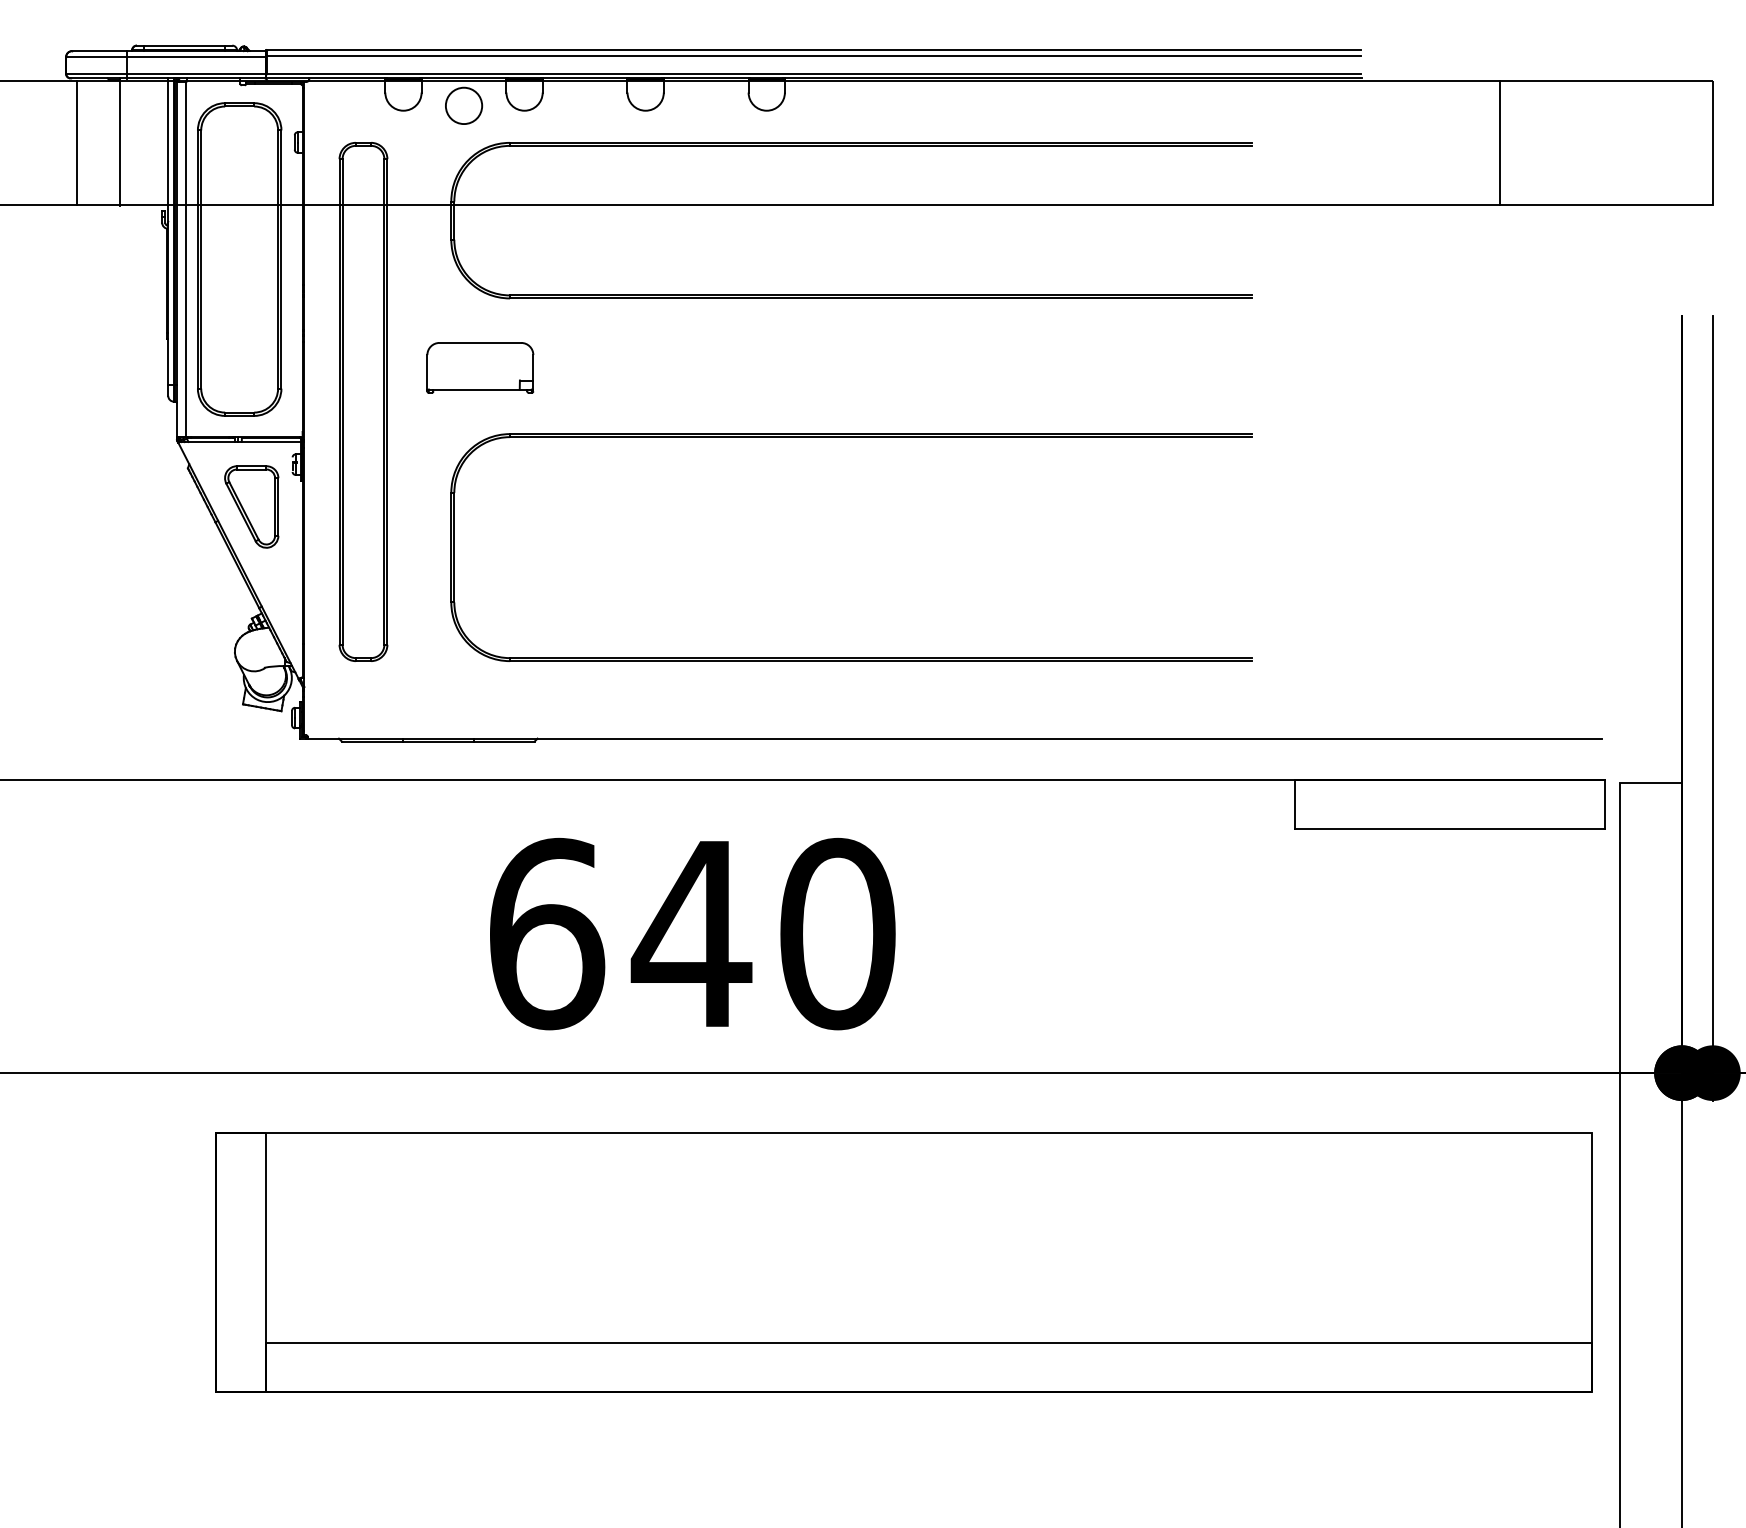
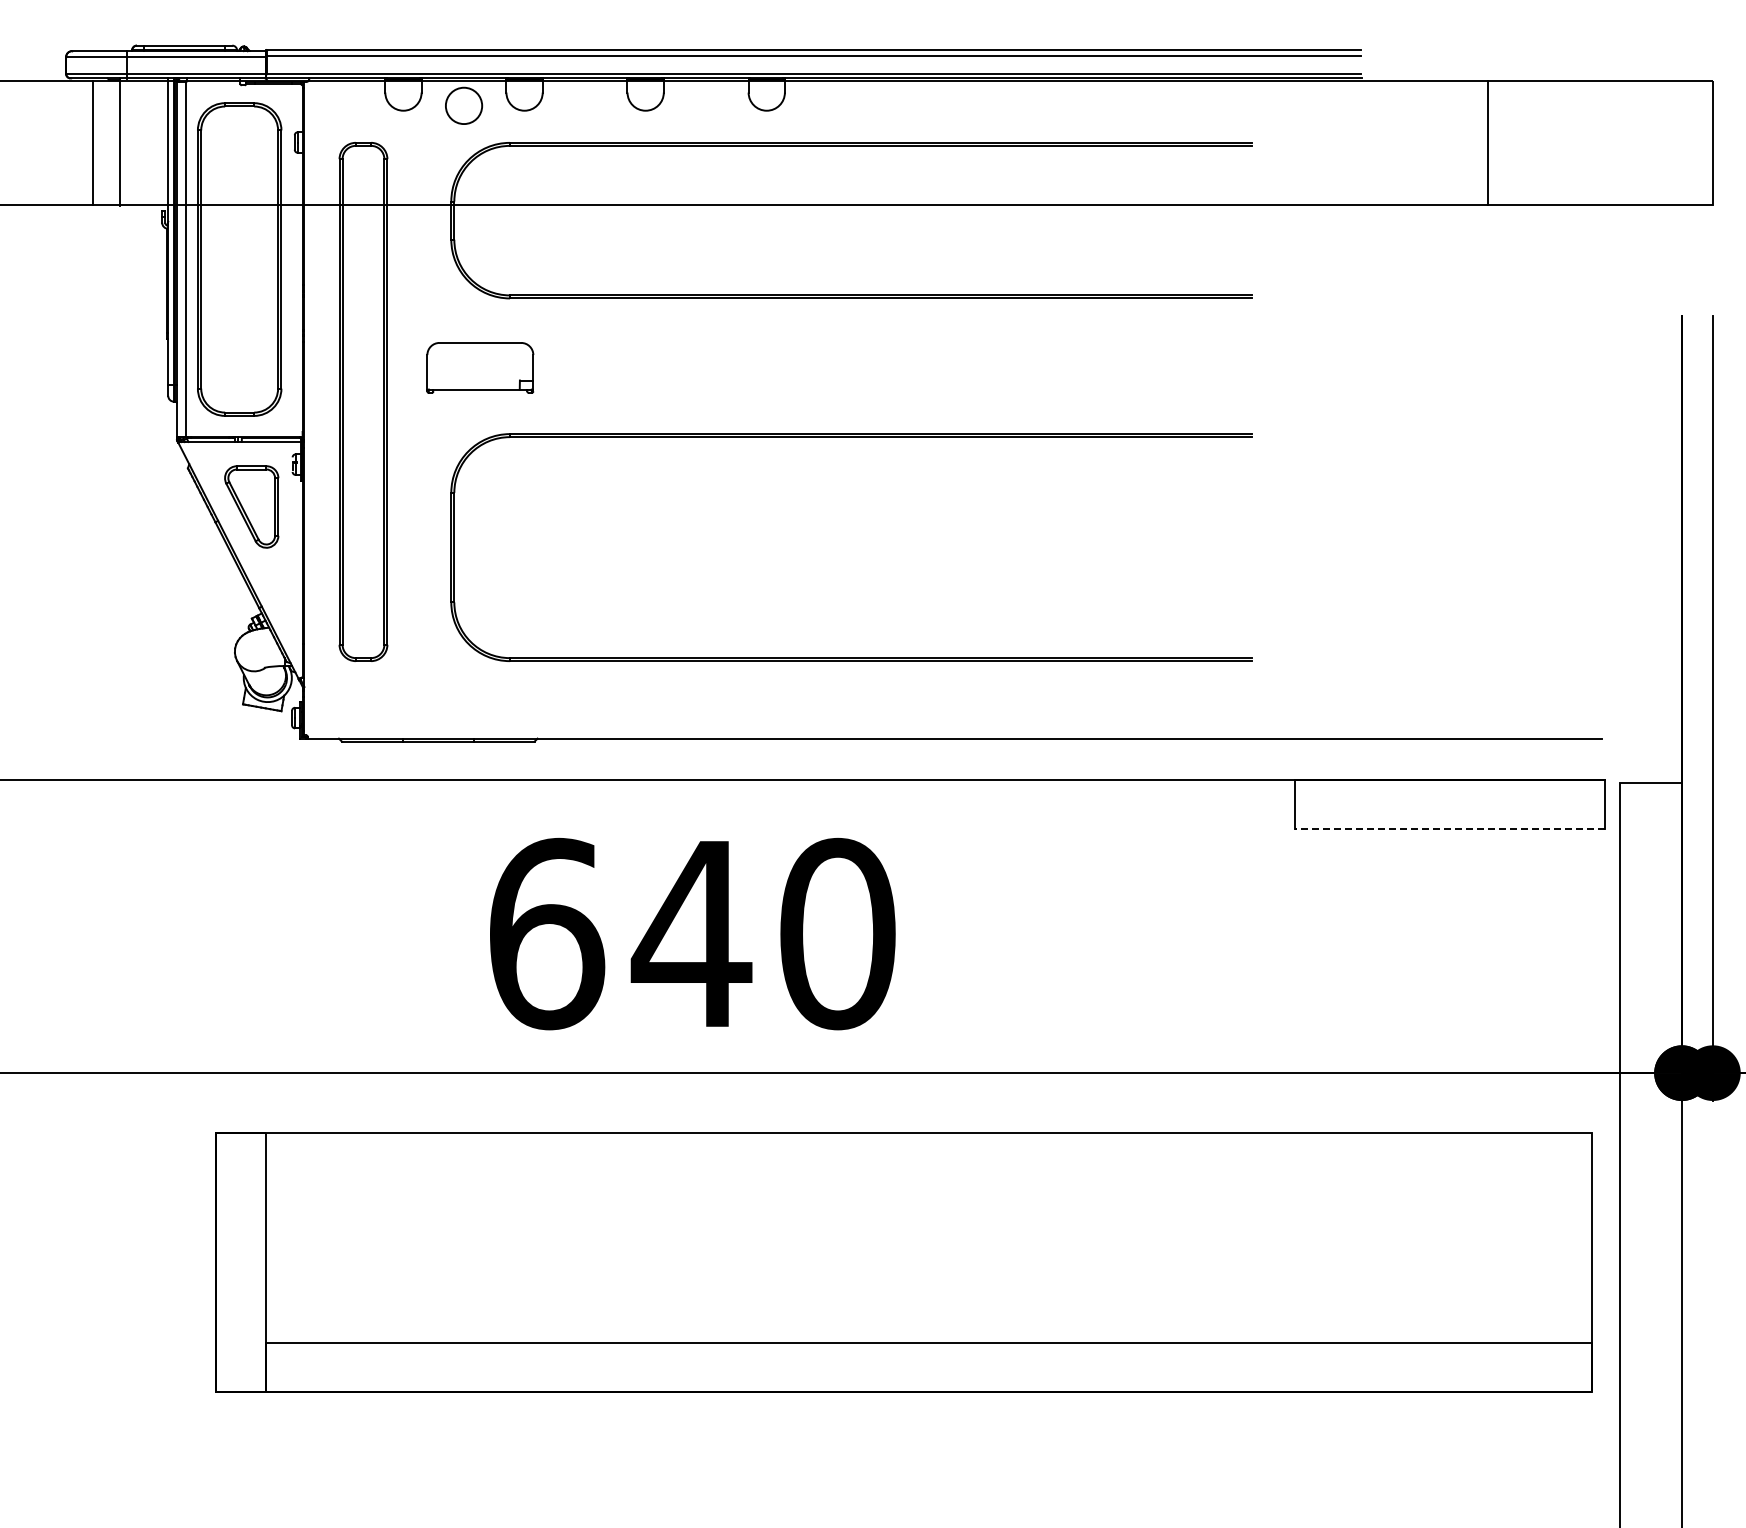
line at (77, 142) position: (77, 142) -> (93, 142)
line at (1499, 142) position: (1499, 142) -> (1487, 142)
line at (1450, 829): solid -> dashed
